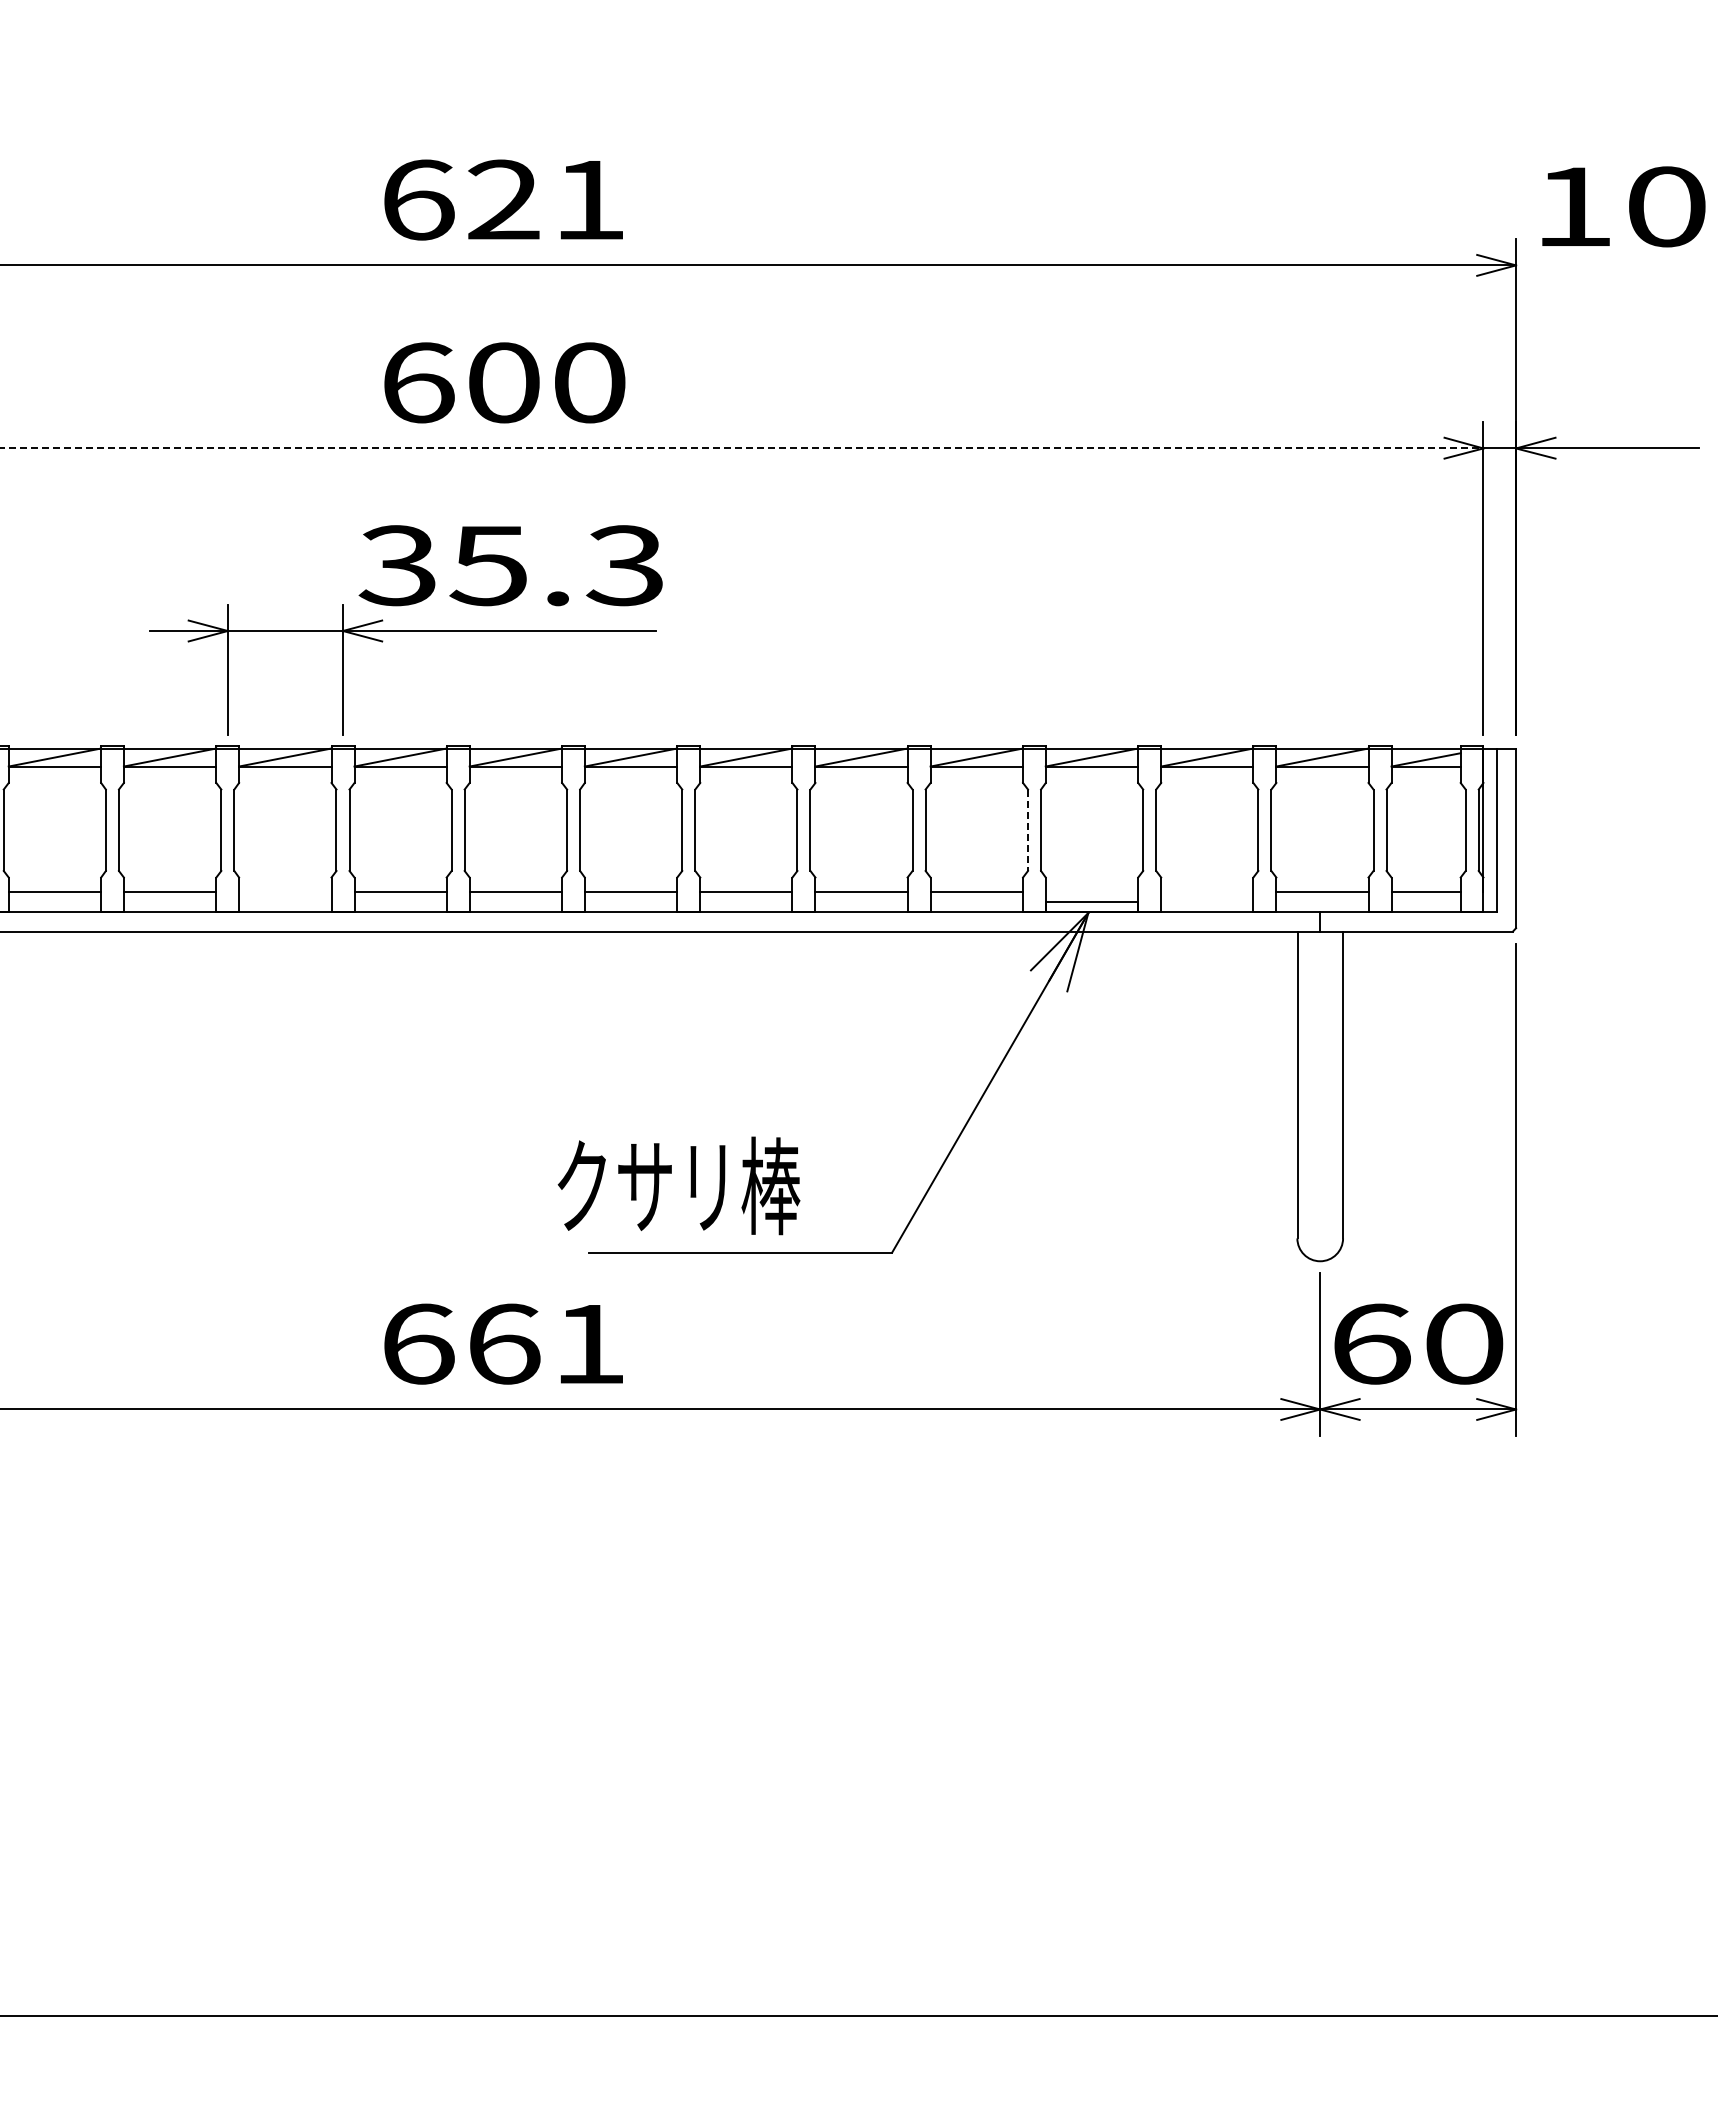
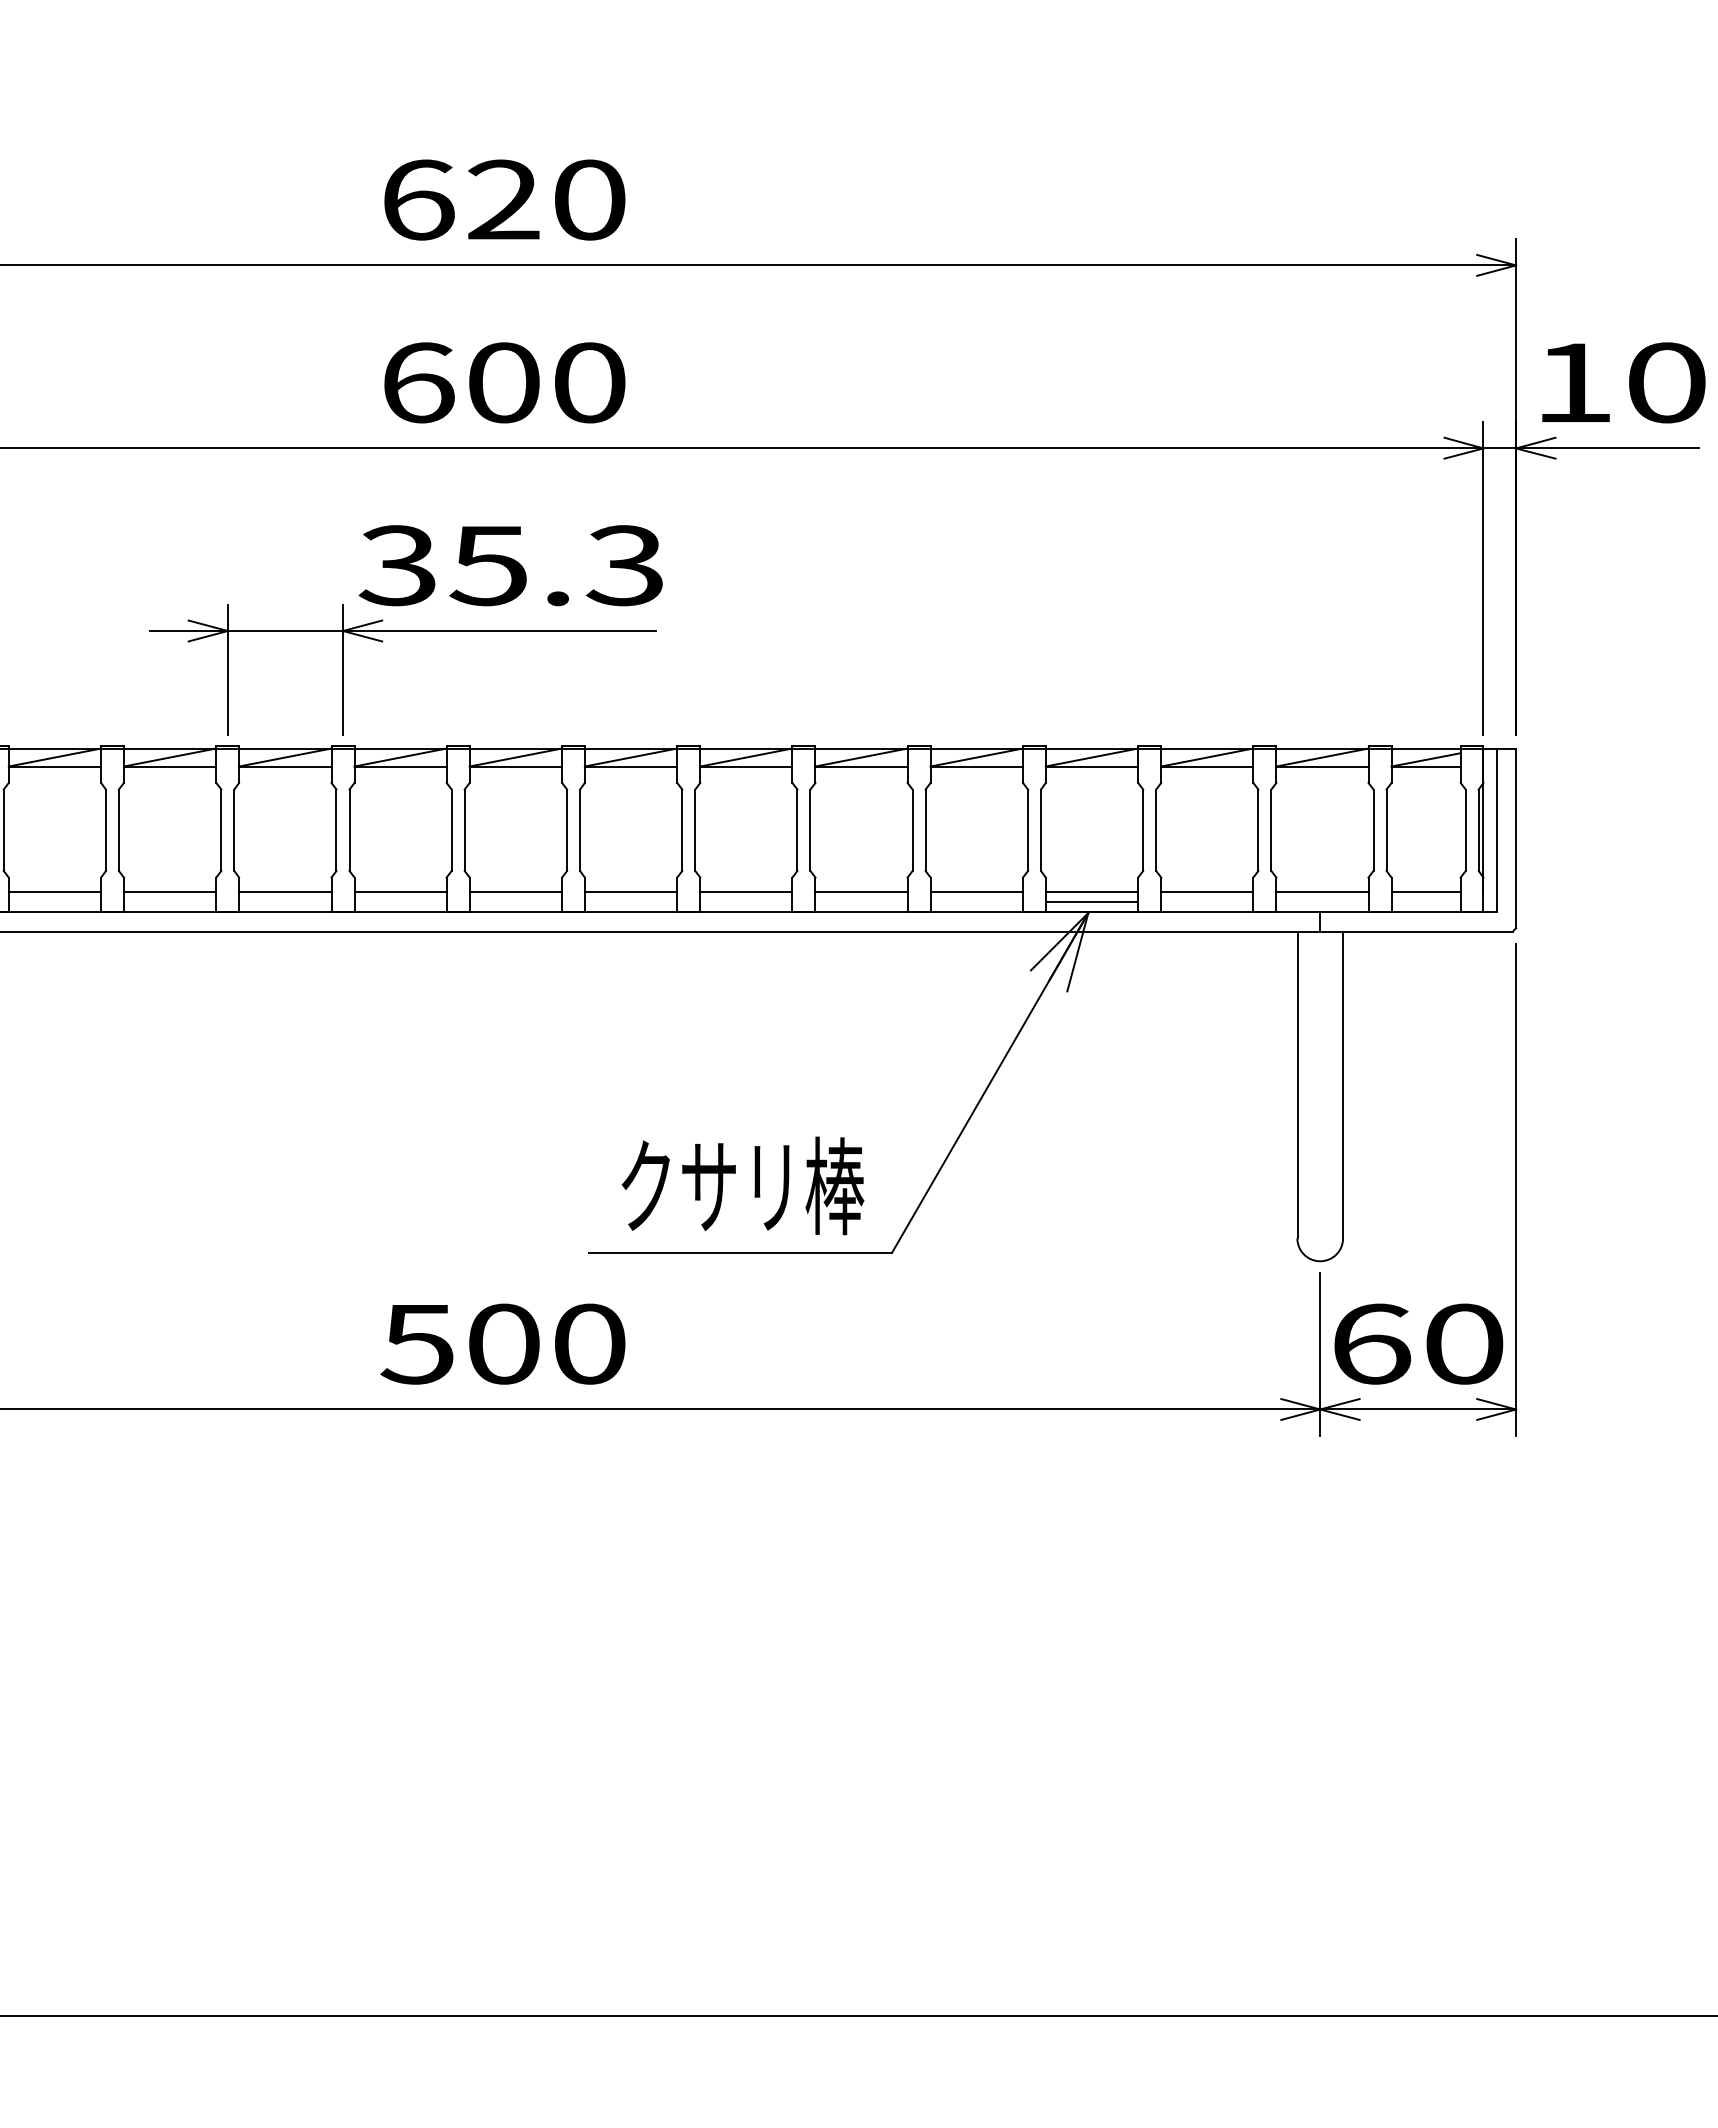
text at (590, 199): 621 -> 620
text at (1623, 206) position: (1623, 206) -> (1623, 382)
line at (742, 448): dashed -> solid
line at (1028, 830): dashed -> solid
line at (285, 892): none -> present
line at (1091, 892): none -> present
line at (1207, 892): none -> present
text at (678, 1185) position: (678, 1185) -> (742, 1185)
text at (502, 1343): 661 -> 500
